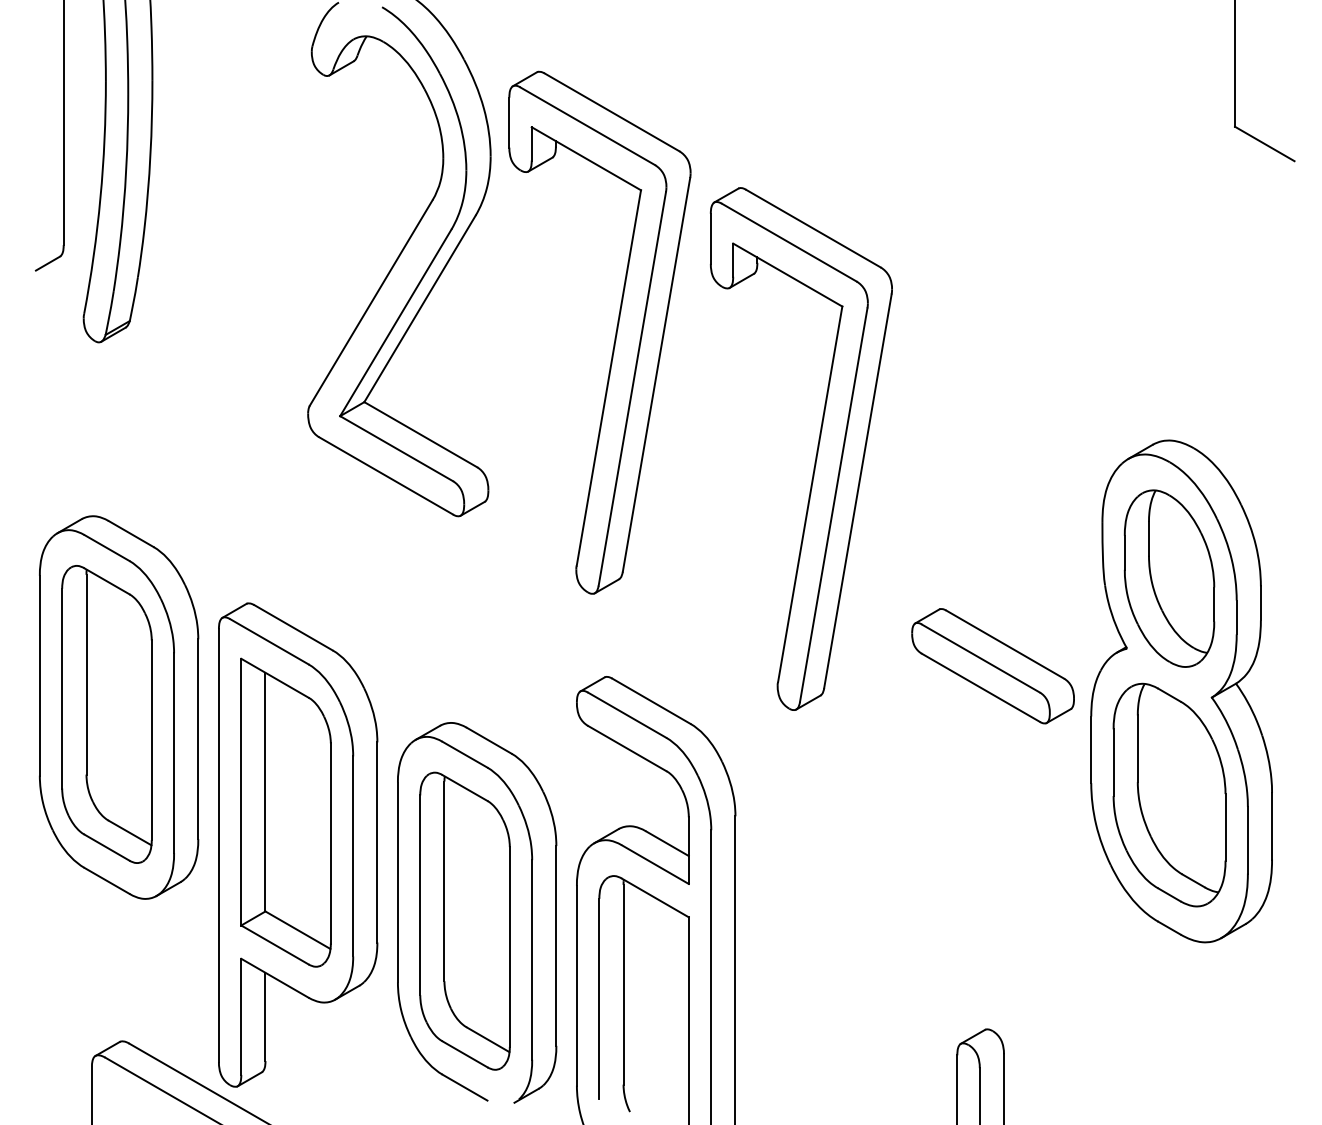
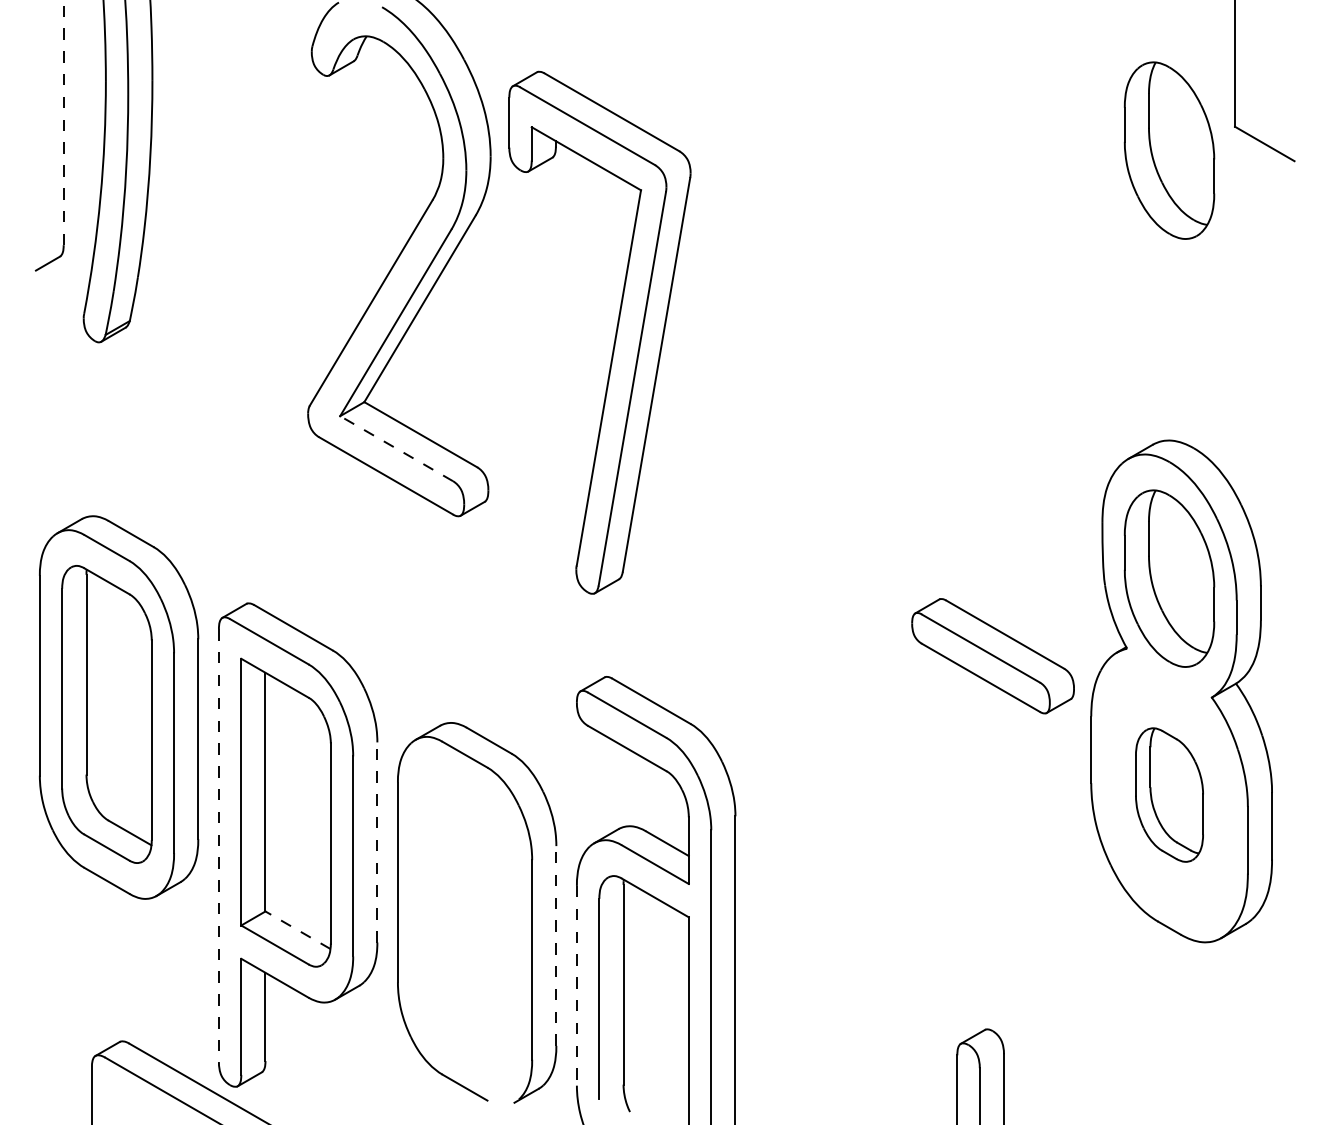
line at (63, 122): solid -> dashed
part at (1169, 150): none -> present
line at (396, 448): solid -> dashed
part at (816, 450): present -> none
part at (992, 666) position: (992, 666) -> (992, 656)
part at (1169, 794) size: 115x226 px -> 69x136 px
line at (377, 841): solid -> dashed
line at (218, 846): solid -> dashed
part at (464, 920): present -> none
line at (297, 930): solid -> dashed
line at (556, 945): solid -> dashed
line at (576, 985): solid -> dashed
